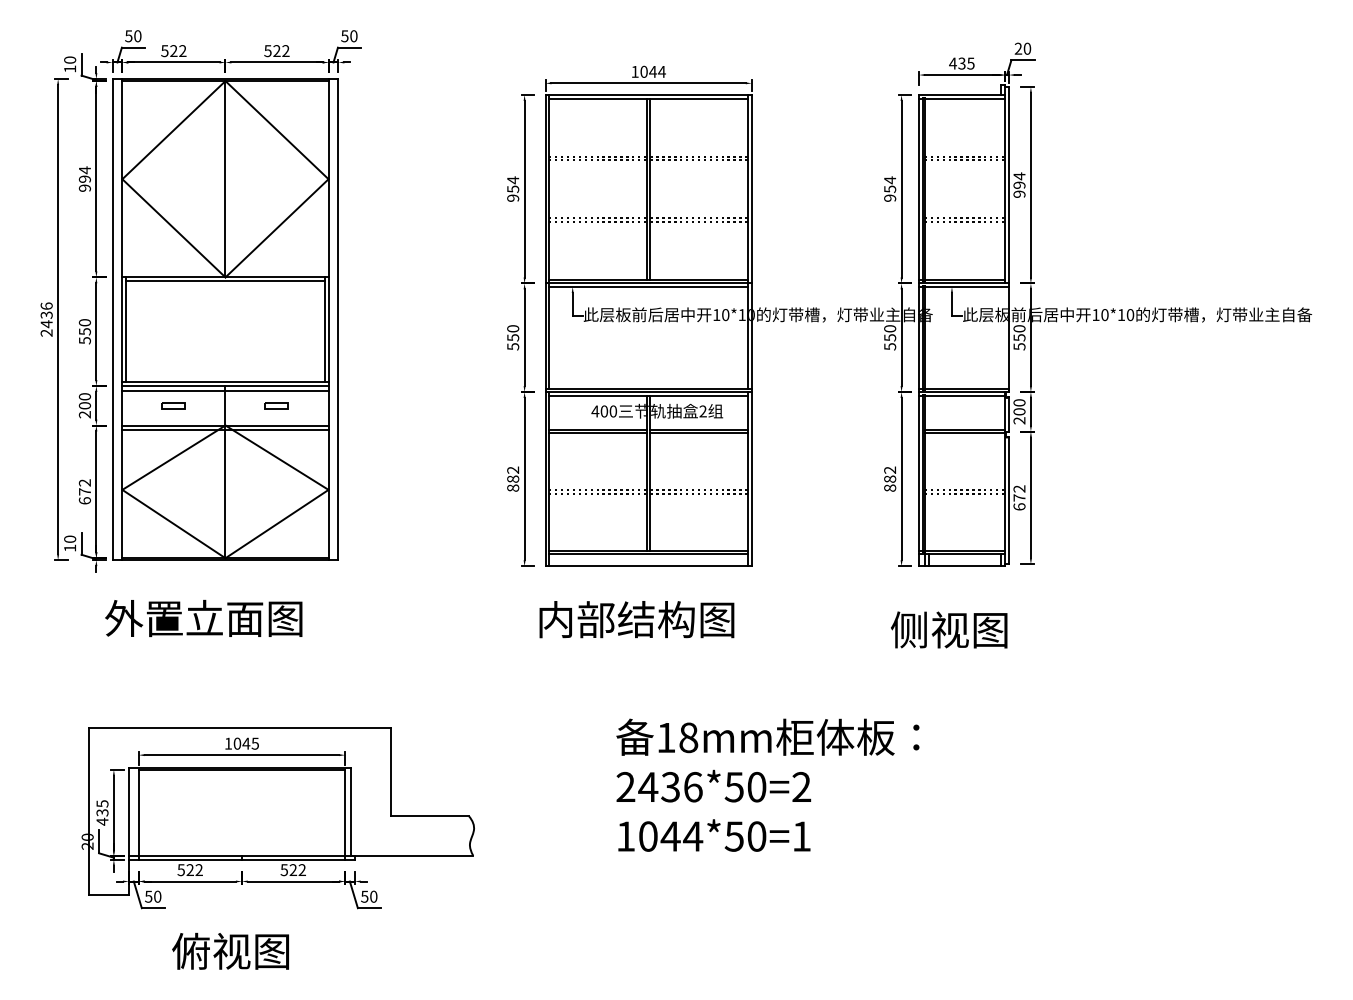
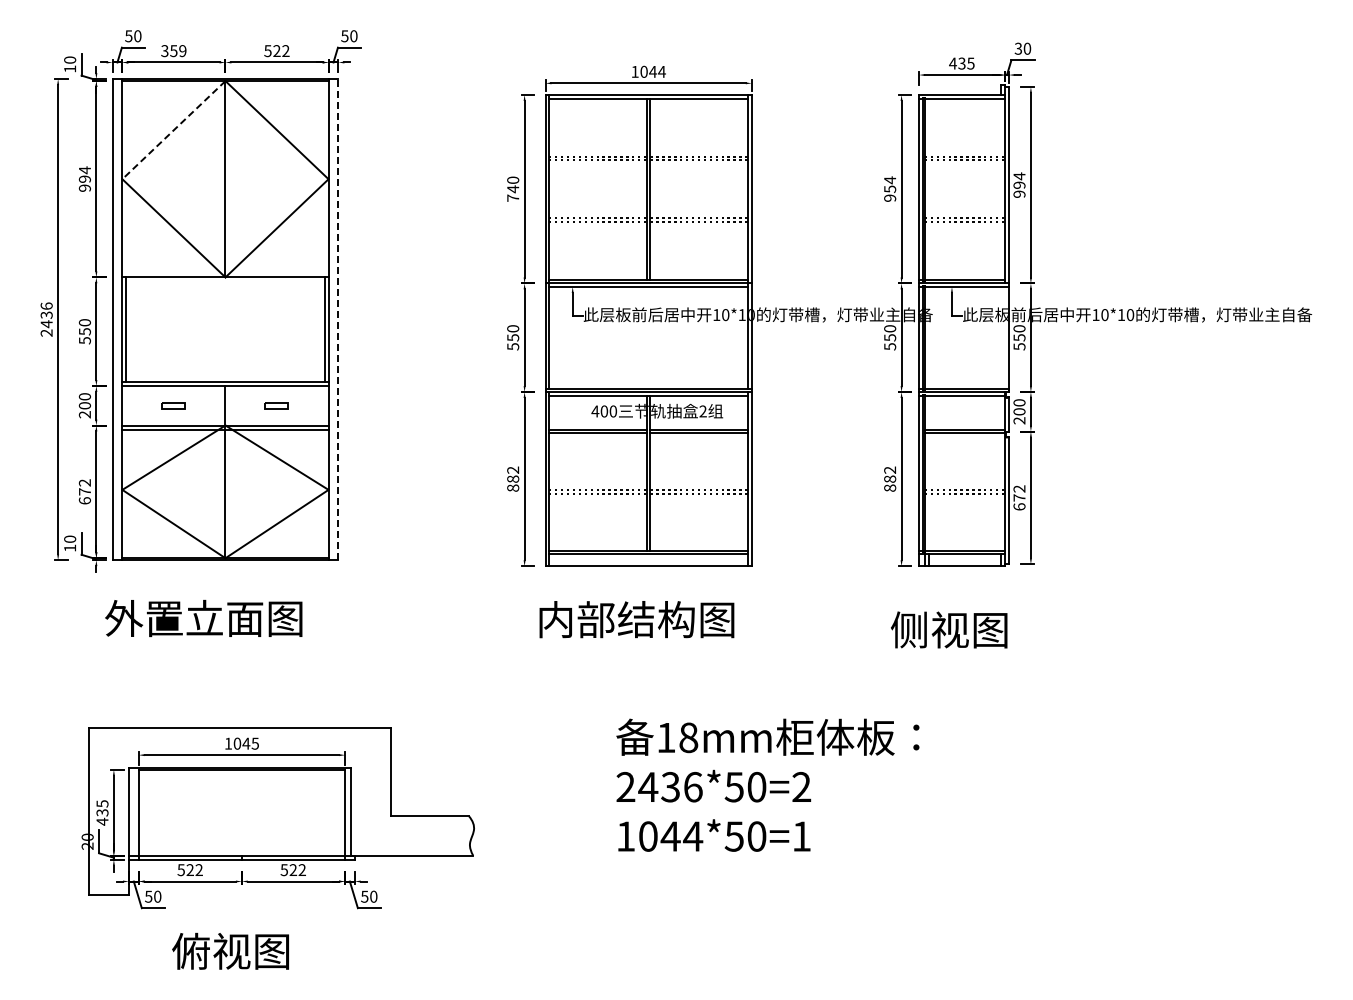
text at (1018, 48): 20 -> 30
text at (173, 51): 522 -> 359
line at (173, 130): solid -> dashed
text at (513, 188): 954 -> 740
line at (225, 280): present -> none
line at (338, 319): solid -> dashed
line at (225, 390): present -> none
